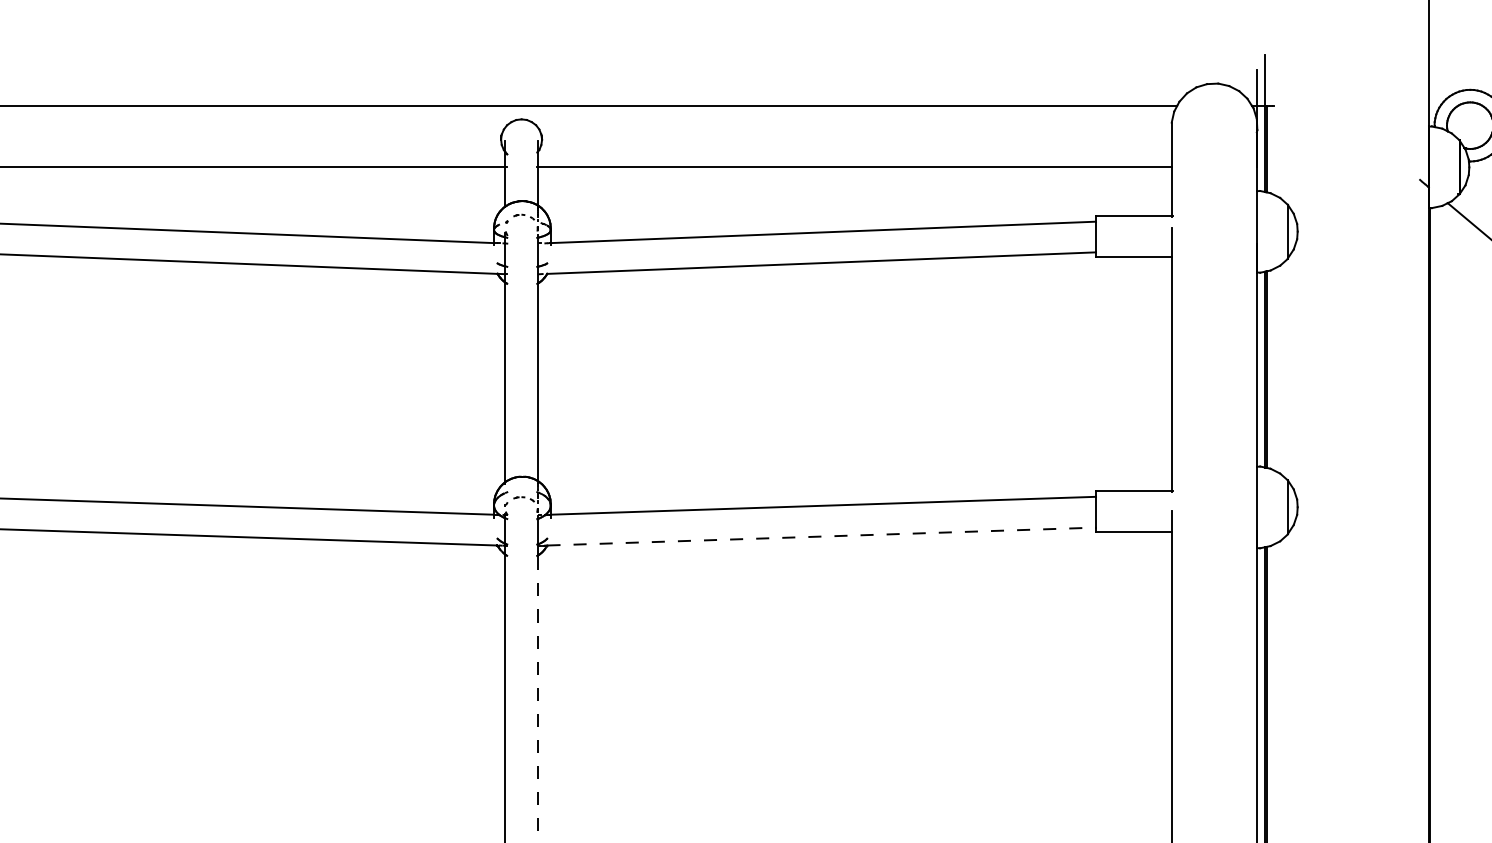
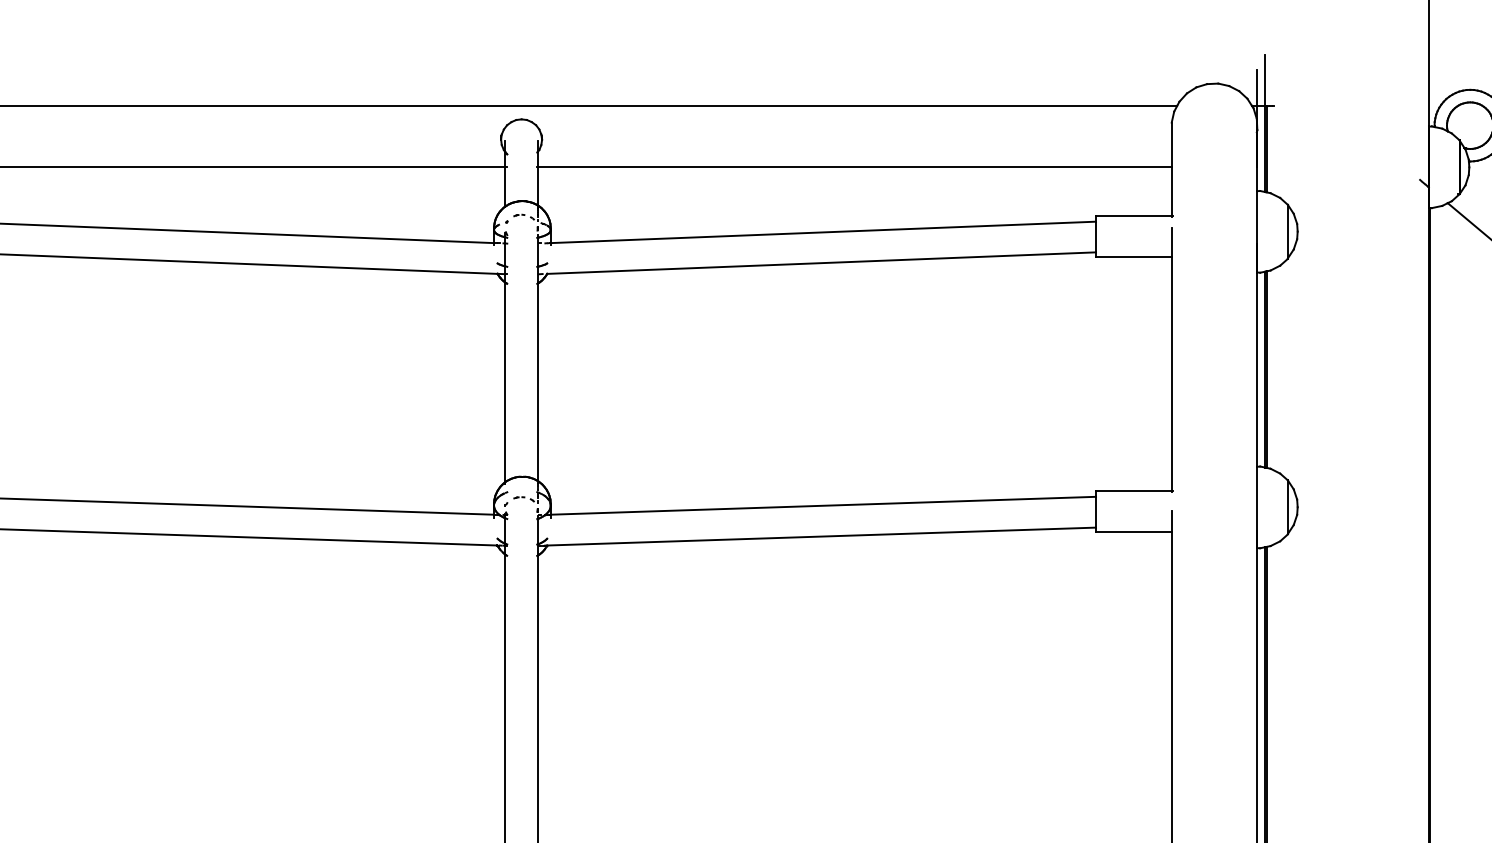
line at (822, 536): dashed -> solid
line at (537, 698): dashed -> solid
